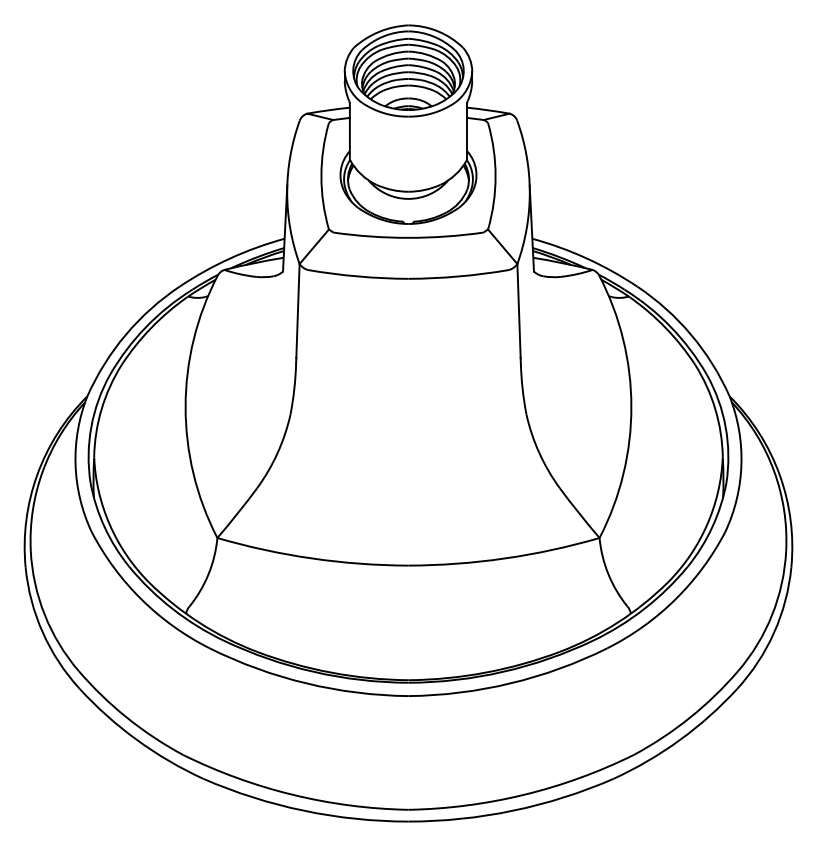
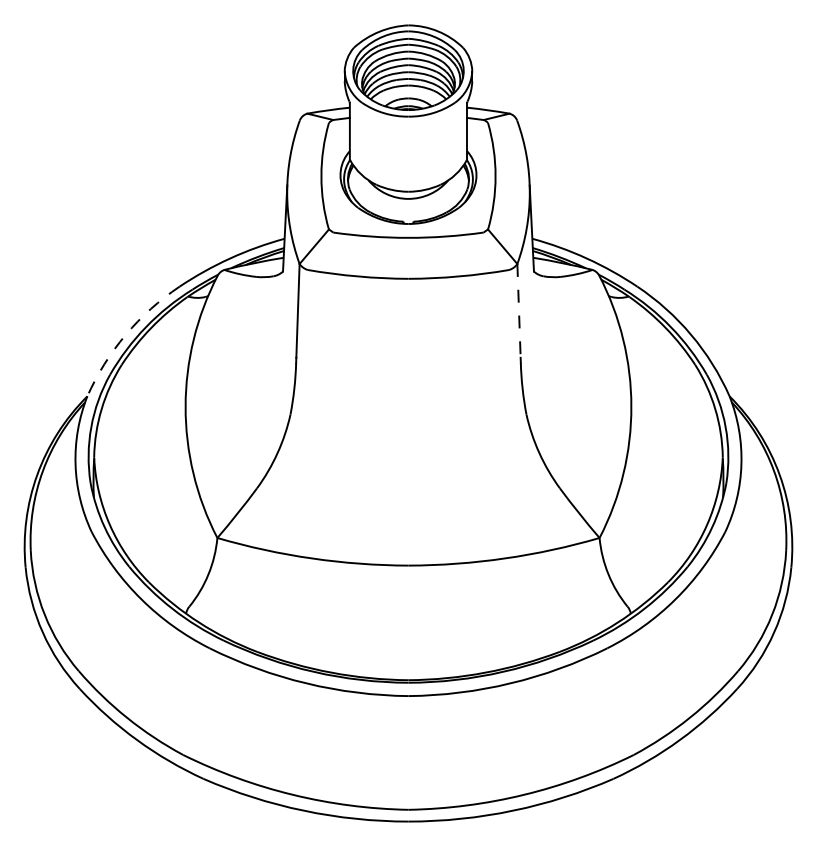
line at (519, 310): solid -> dashed
arc at (125, 334): solid -> dashed
